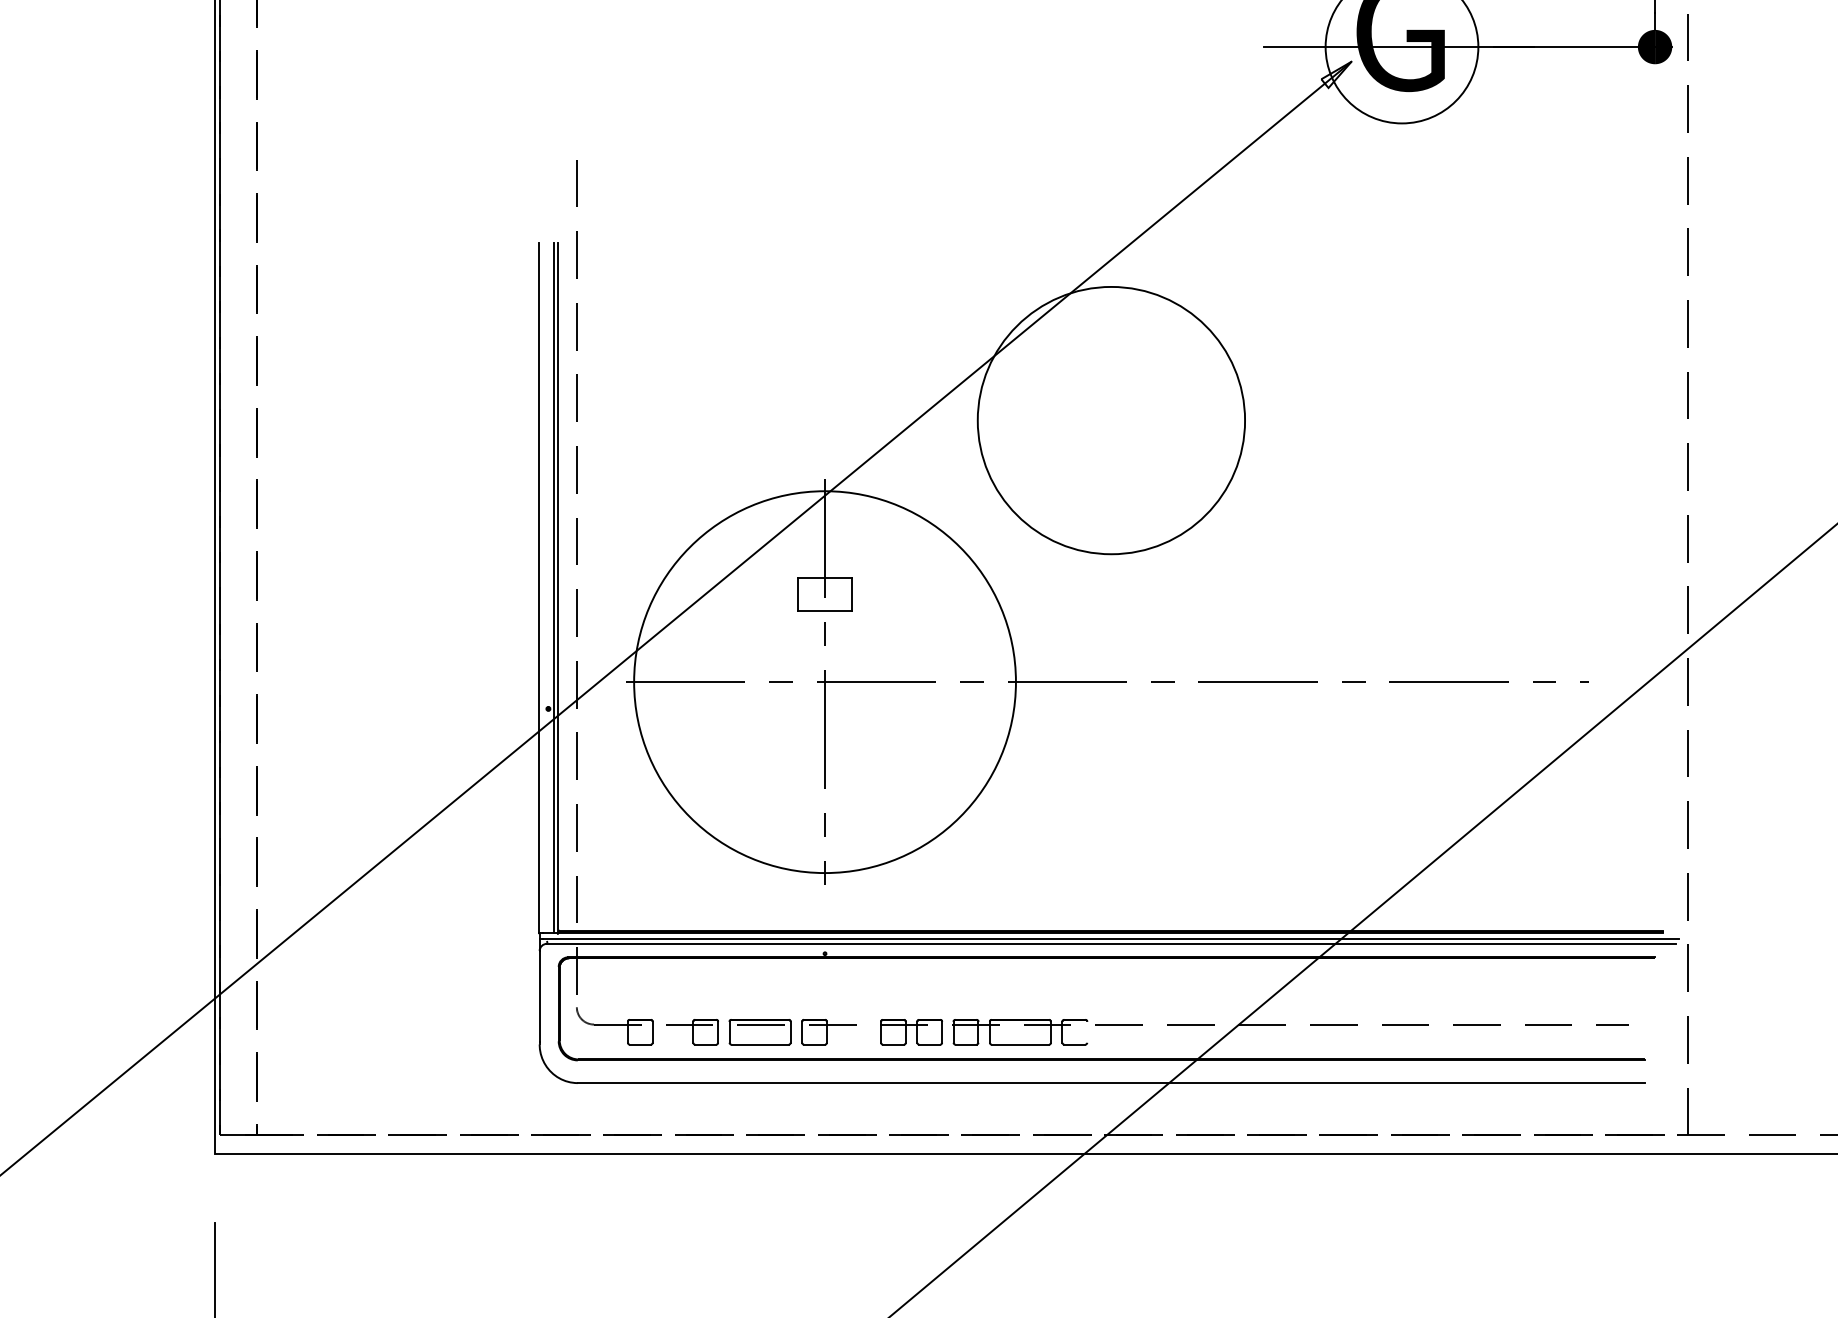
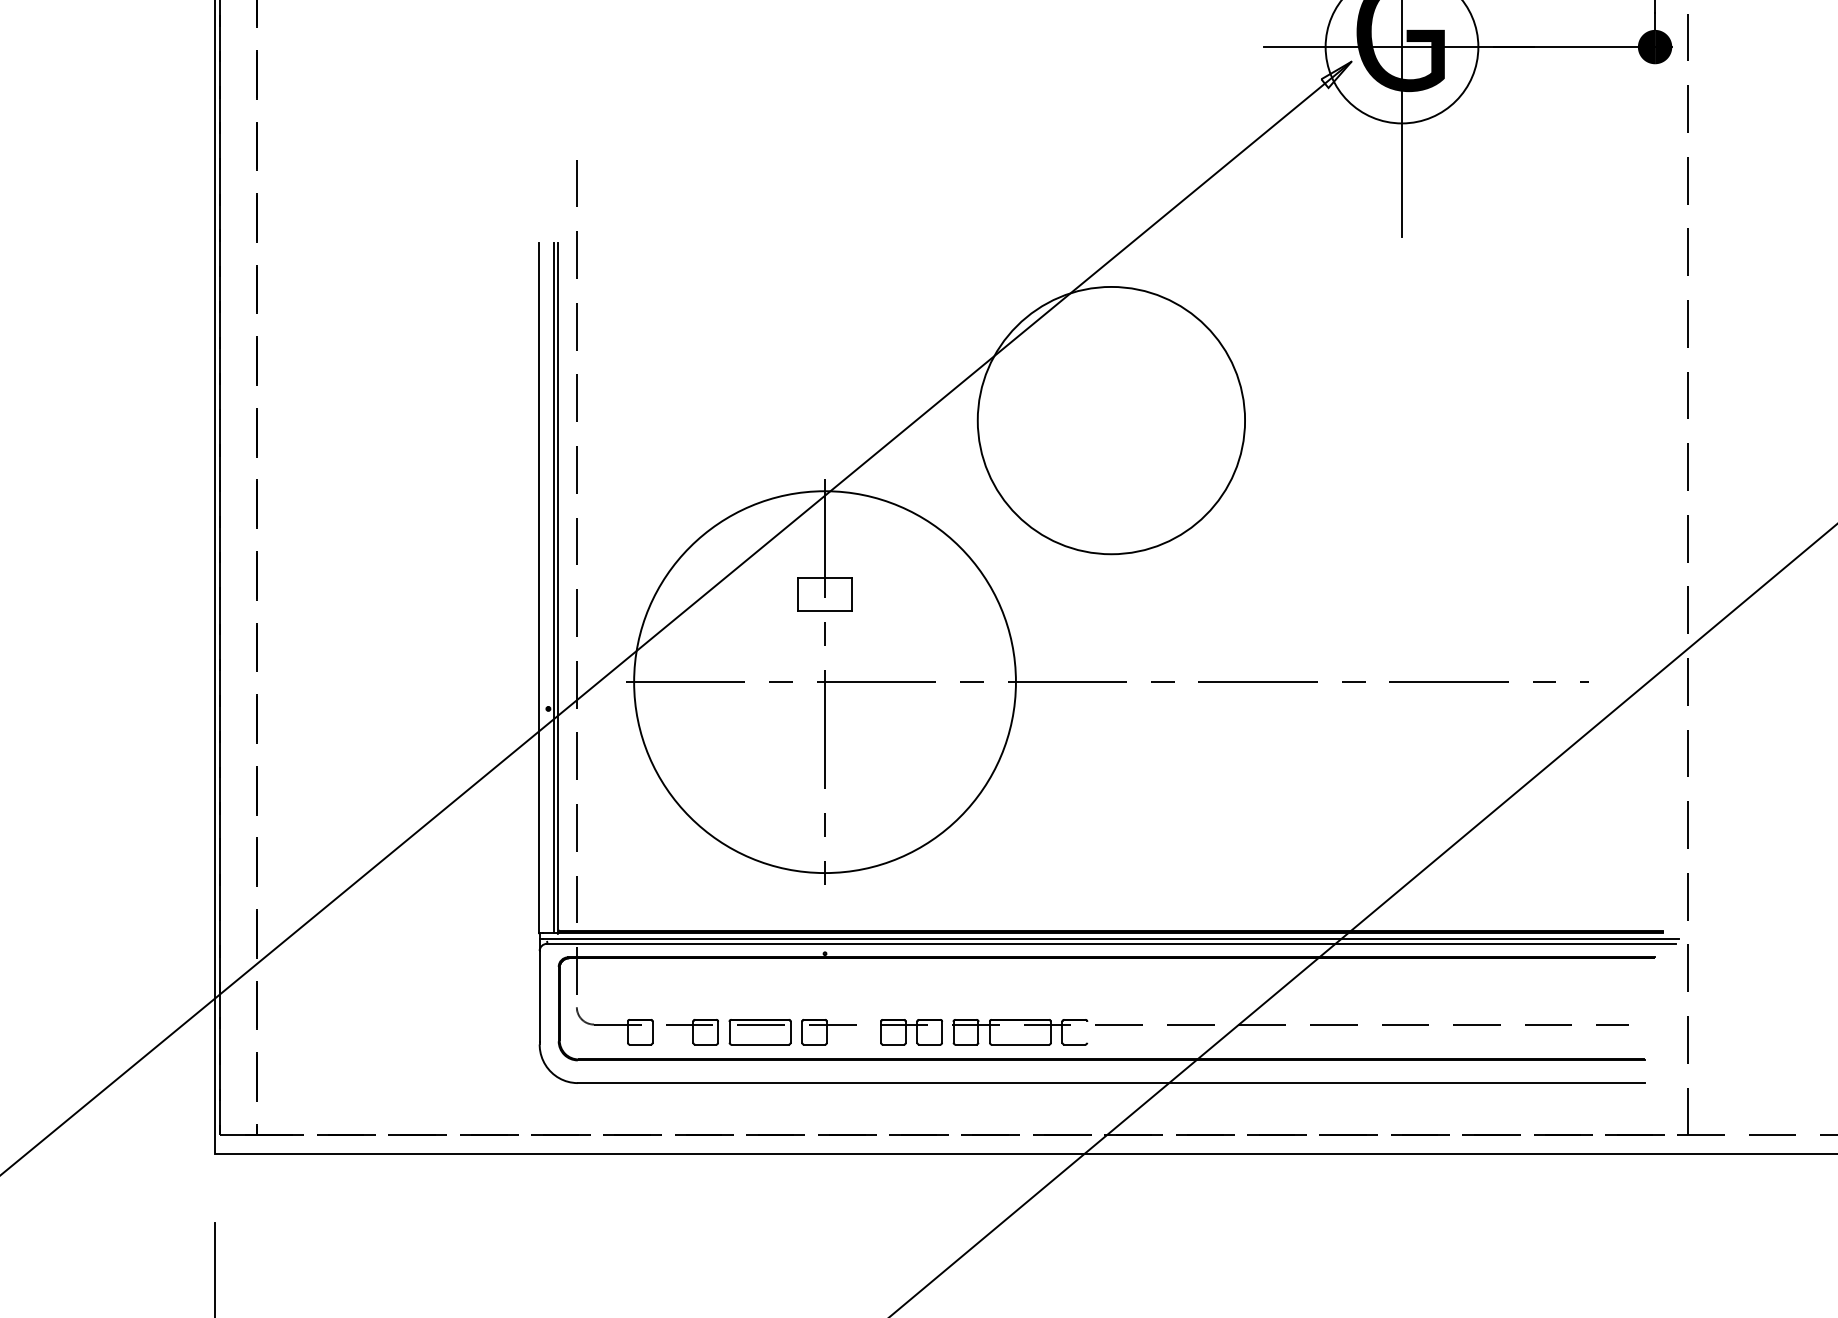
line at (1402, 119): none -> present
